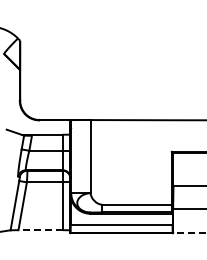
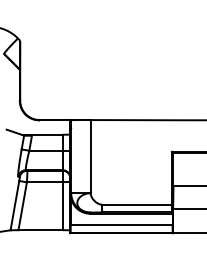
line at (40, 230): dashed -> solid
line at (190, 232): dashed -> solid
